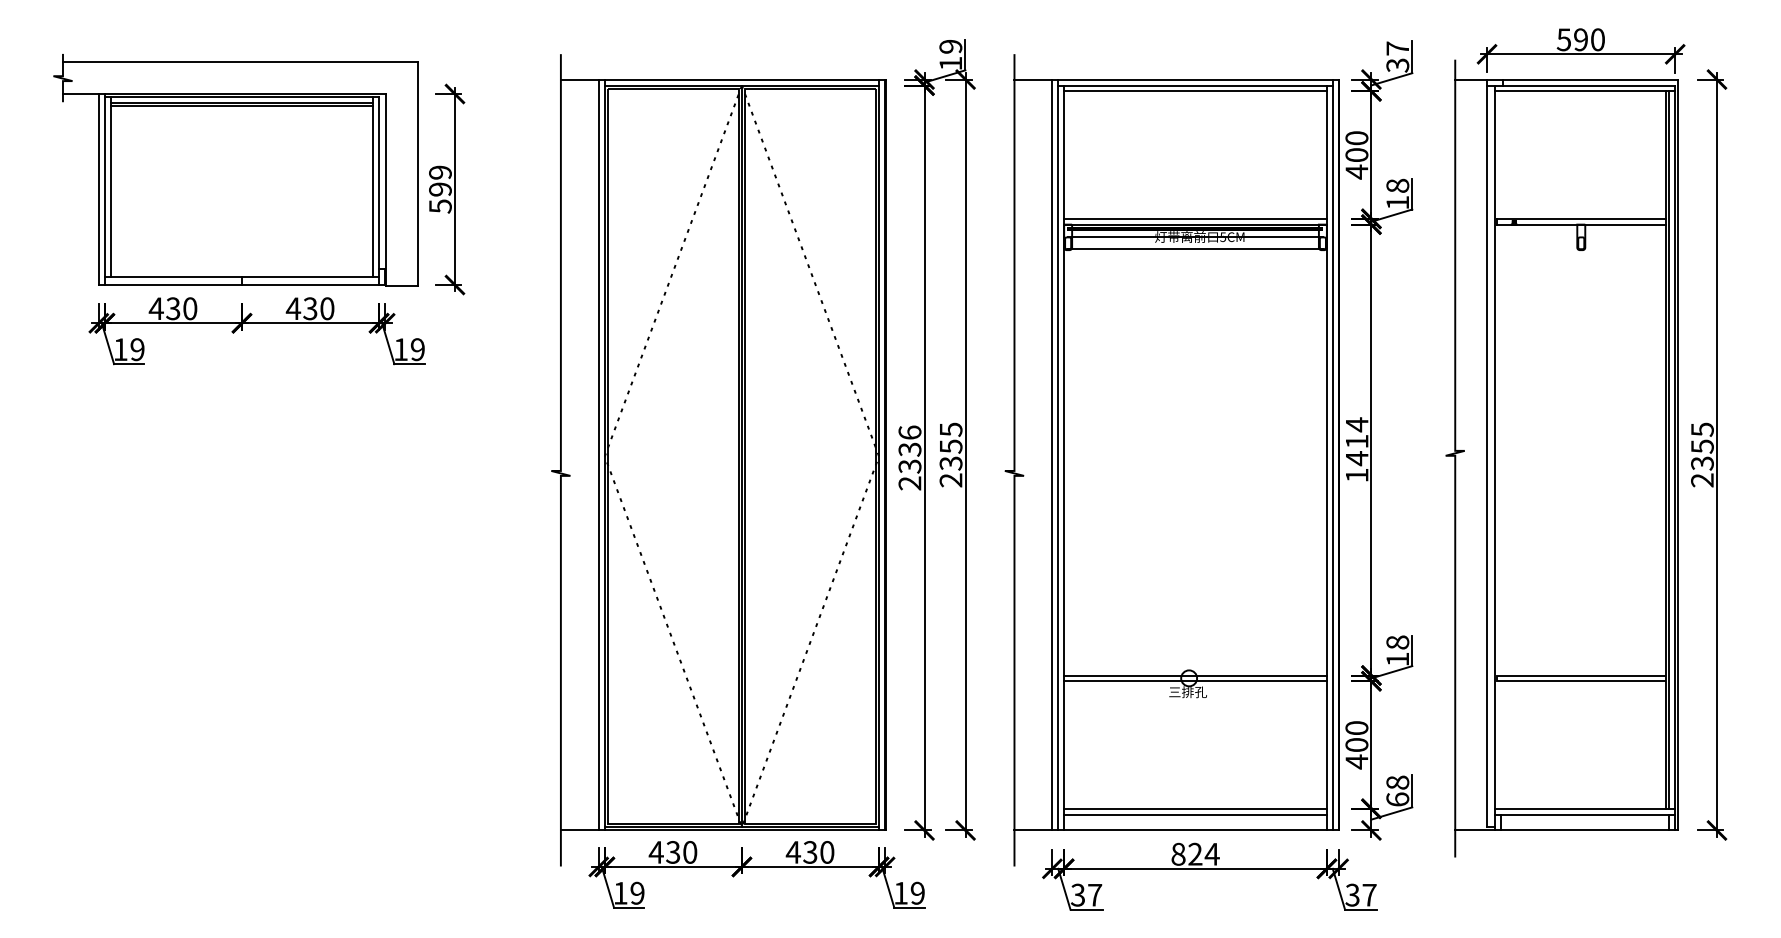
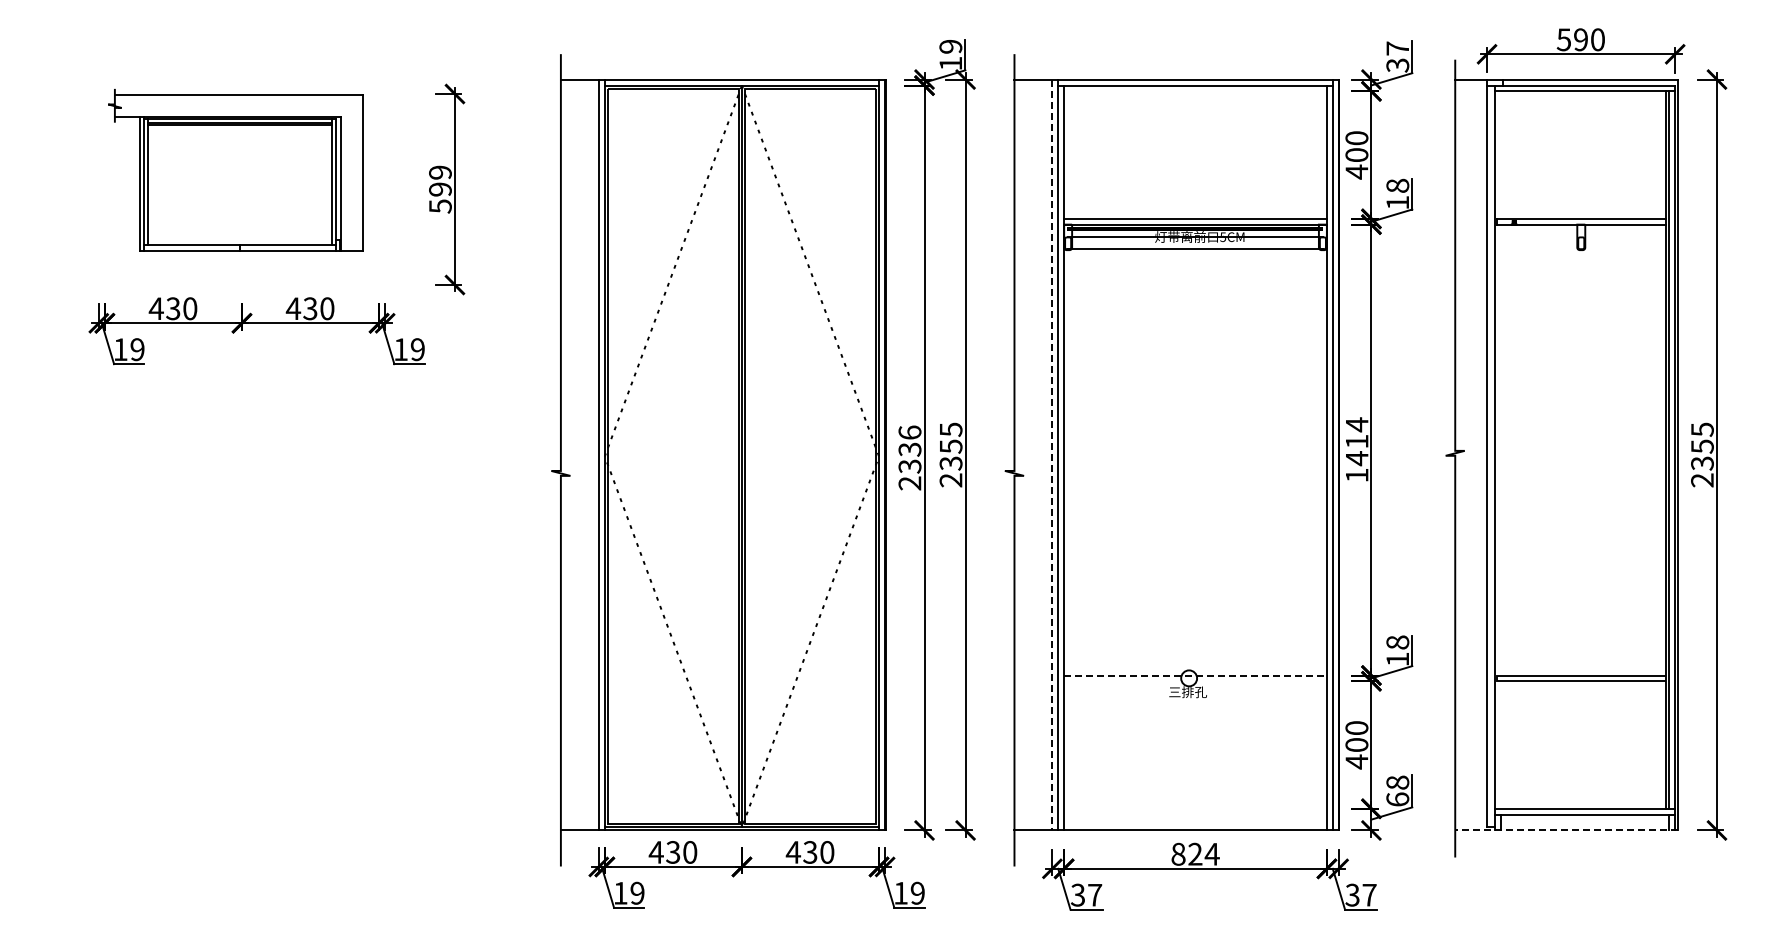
line at (1195, 91): present -> none
part at (235, 170) size: 366x233 px -> 256x163 px
line at (1052, 455): solid -> dashed
line at (1196, 675): solid -> dashed
line at (1195, 681): present -> none
line at (1195, 808): present -> none
line at (1195, 814): present -> none
line at (1566, 830): solid -> dashed
